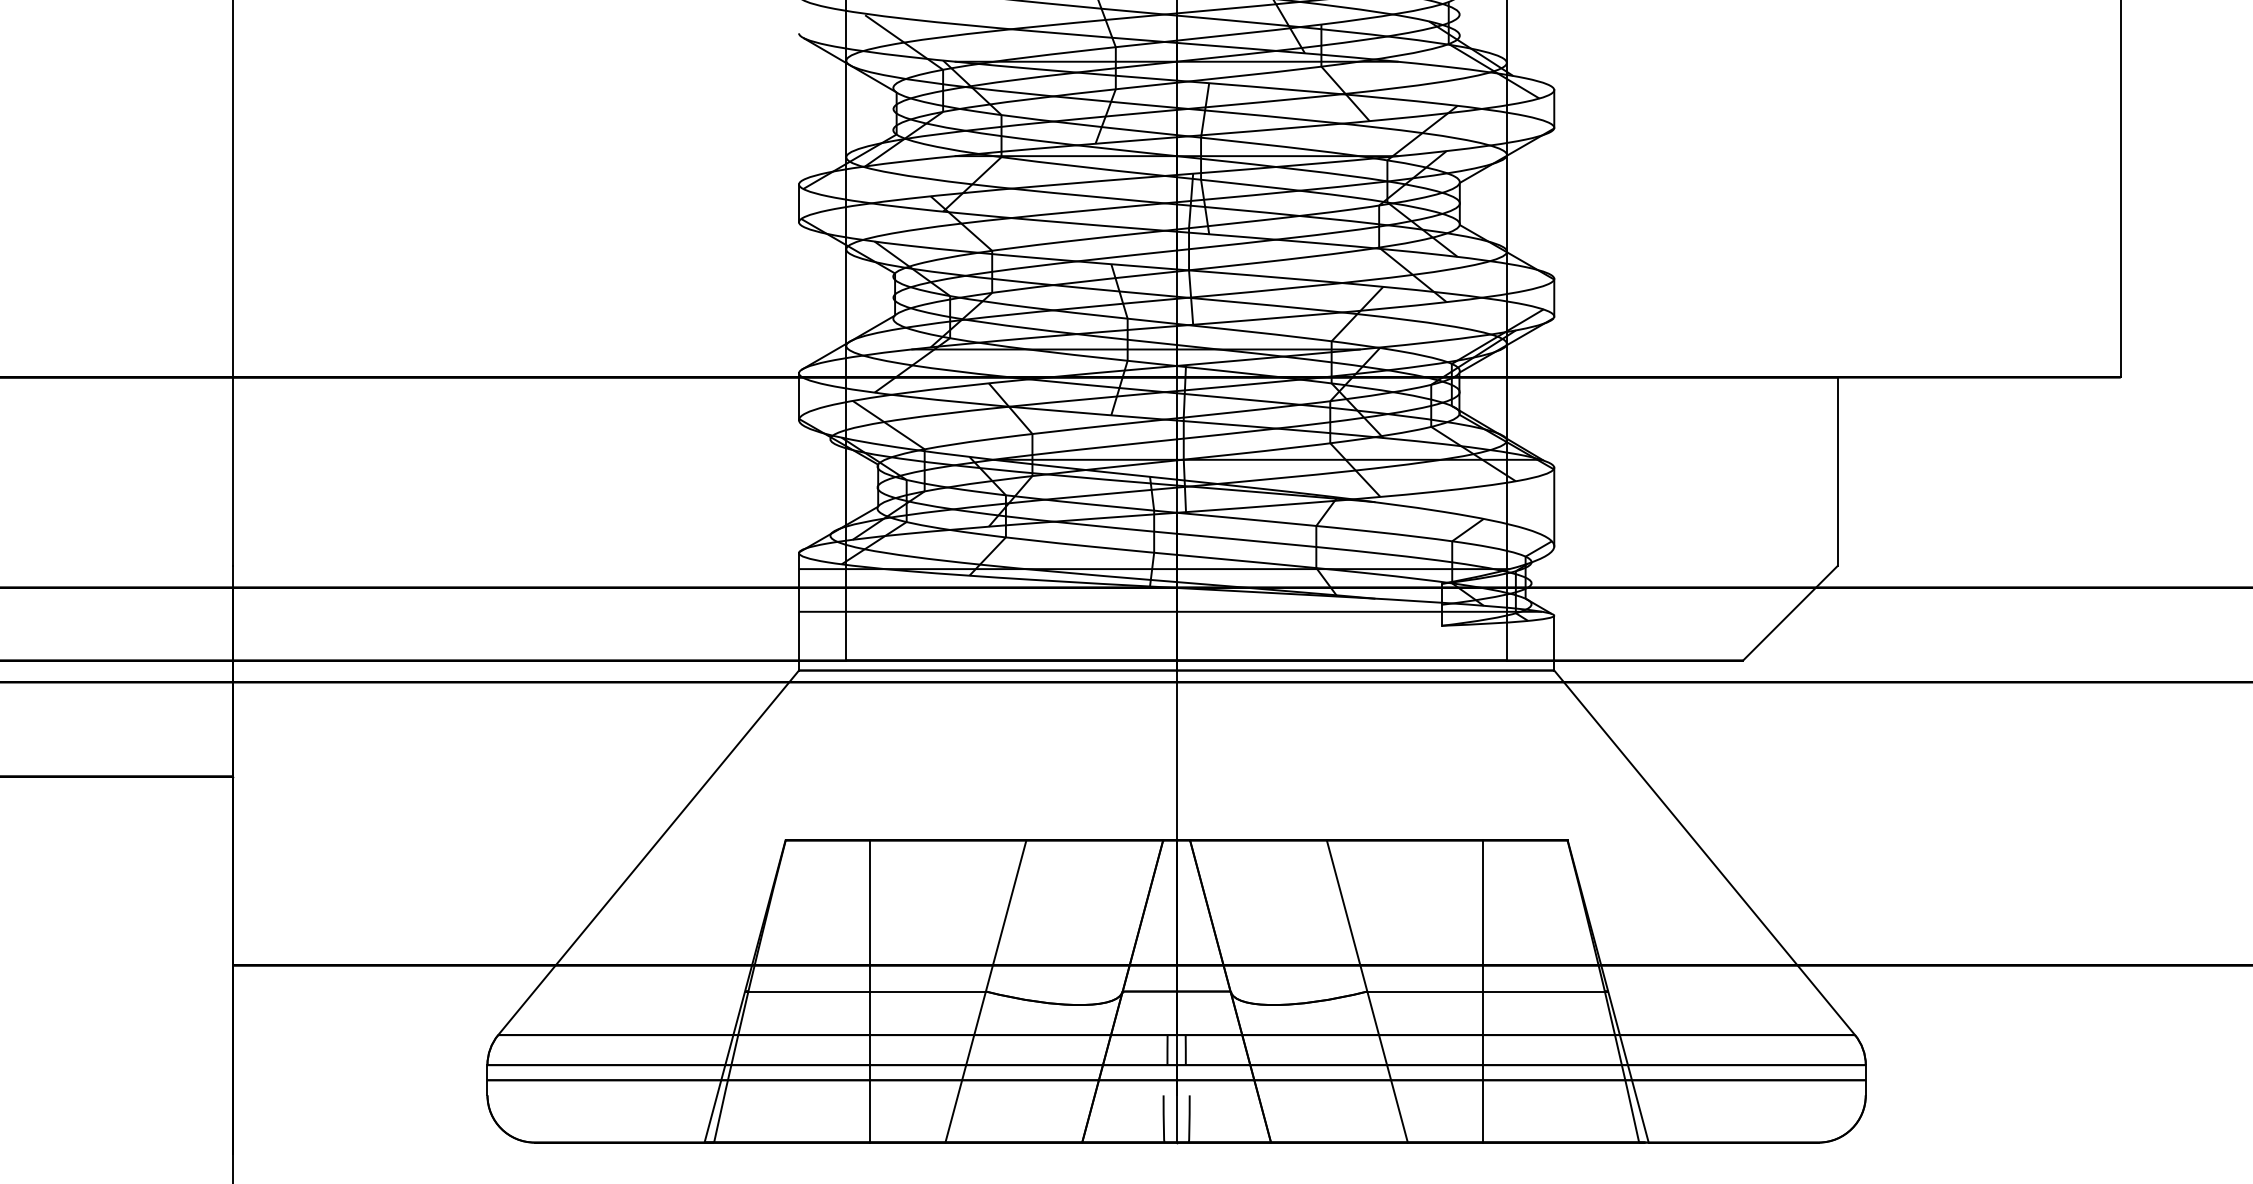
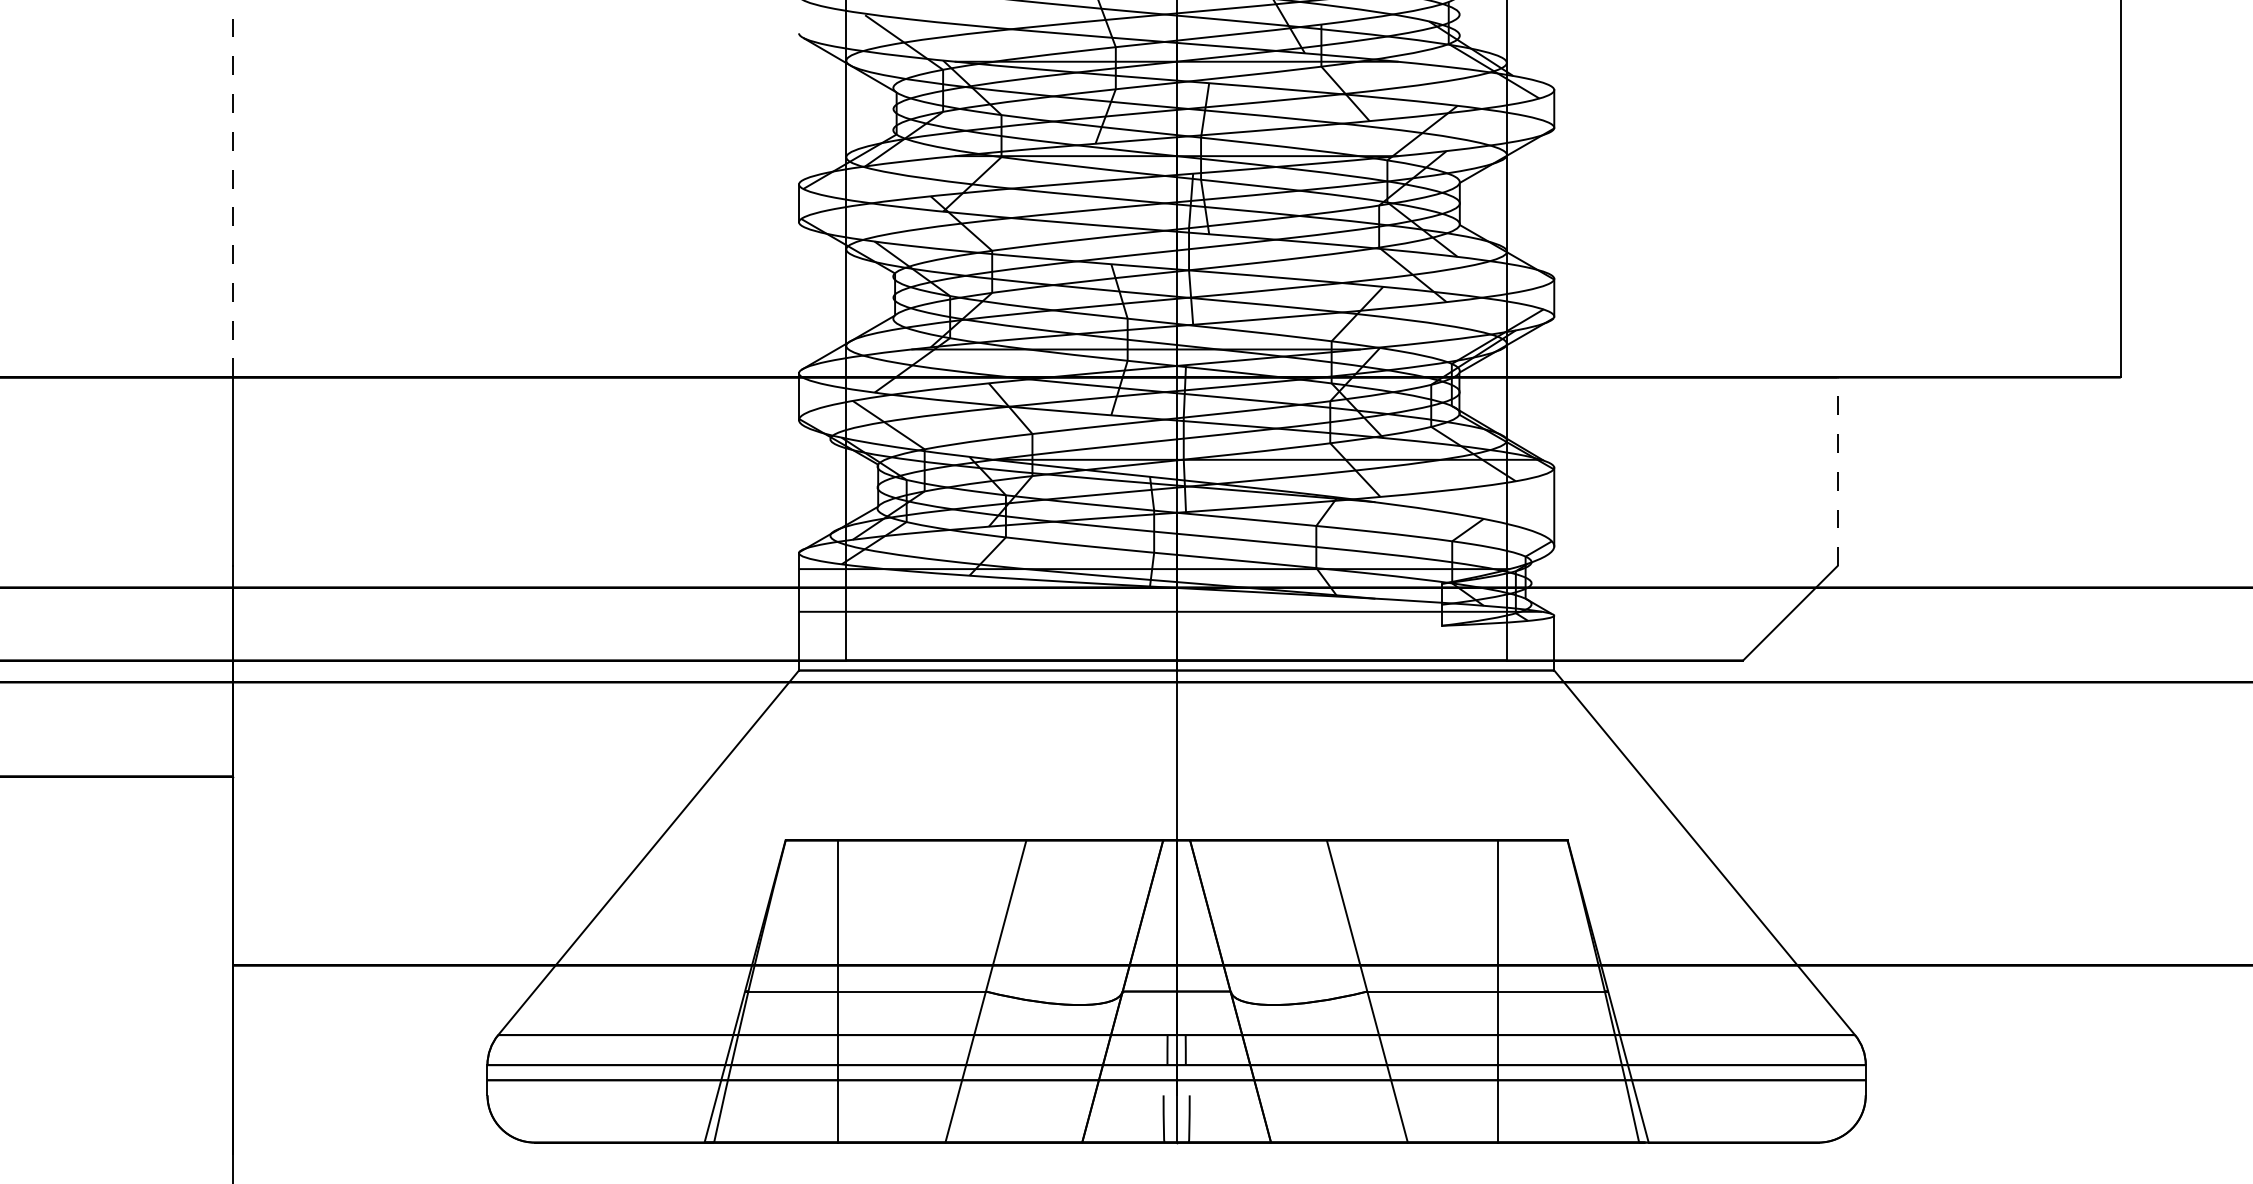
line at (232, 188): solid -> dashed
line at (1837, 471): solid -> dashed
line at (870, 991) position: (870, 991) -> (838, 991)
line at (1483, 991) position: (1483, 991) -> (1498, 991)
